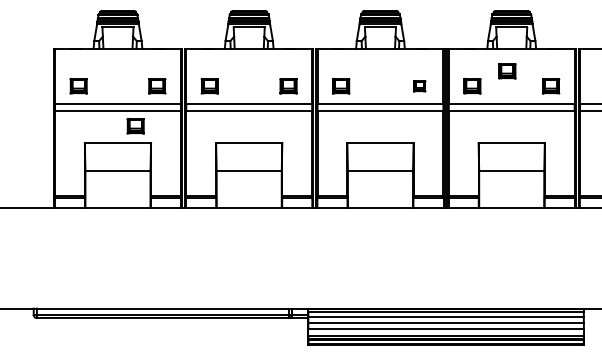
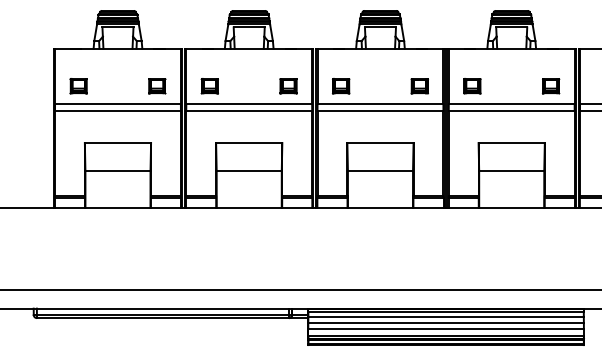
part at (507, 71): present -> none
part at (419, 86) size: 14x13 px -> 19x17 px
part at (135, 126): present -> none
line at (300, 290): none -> present
